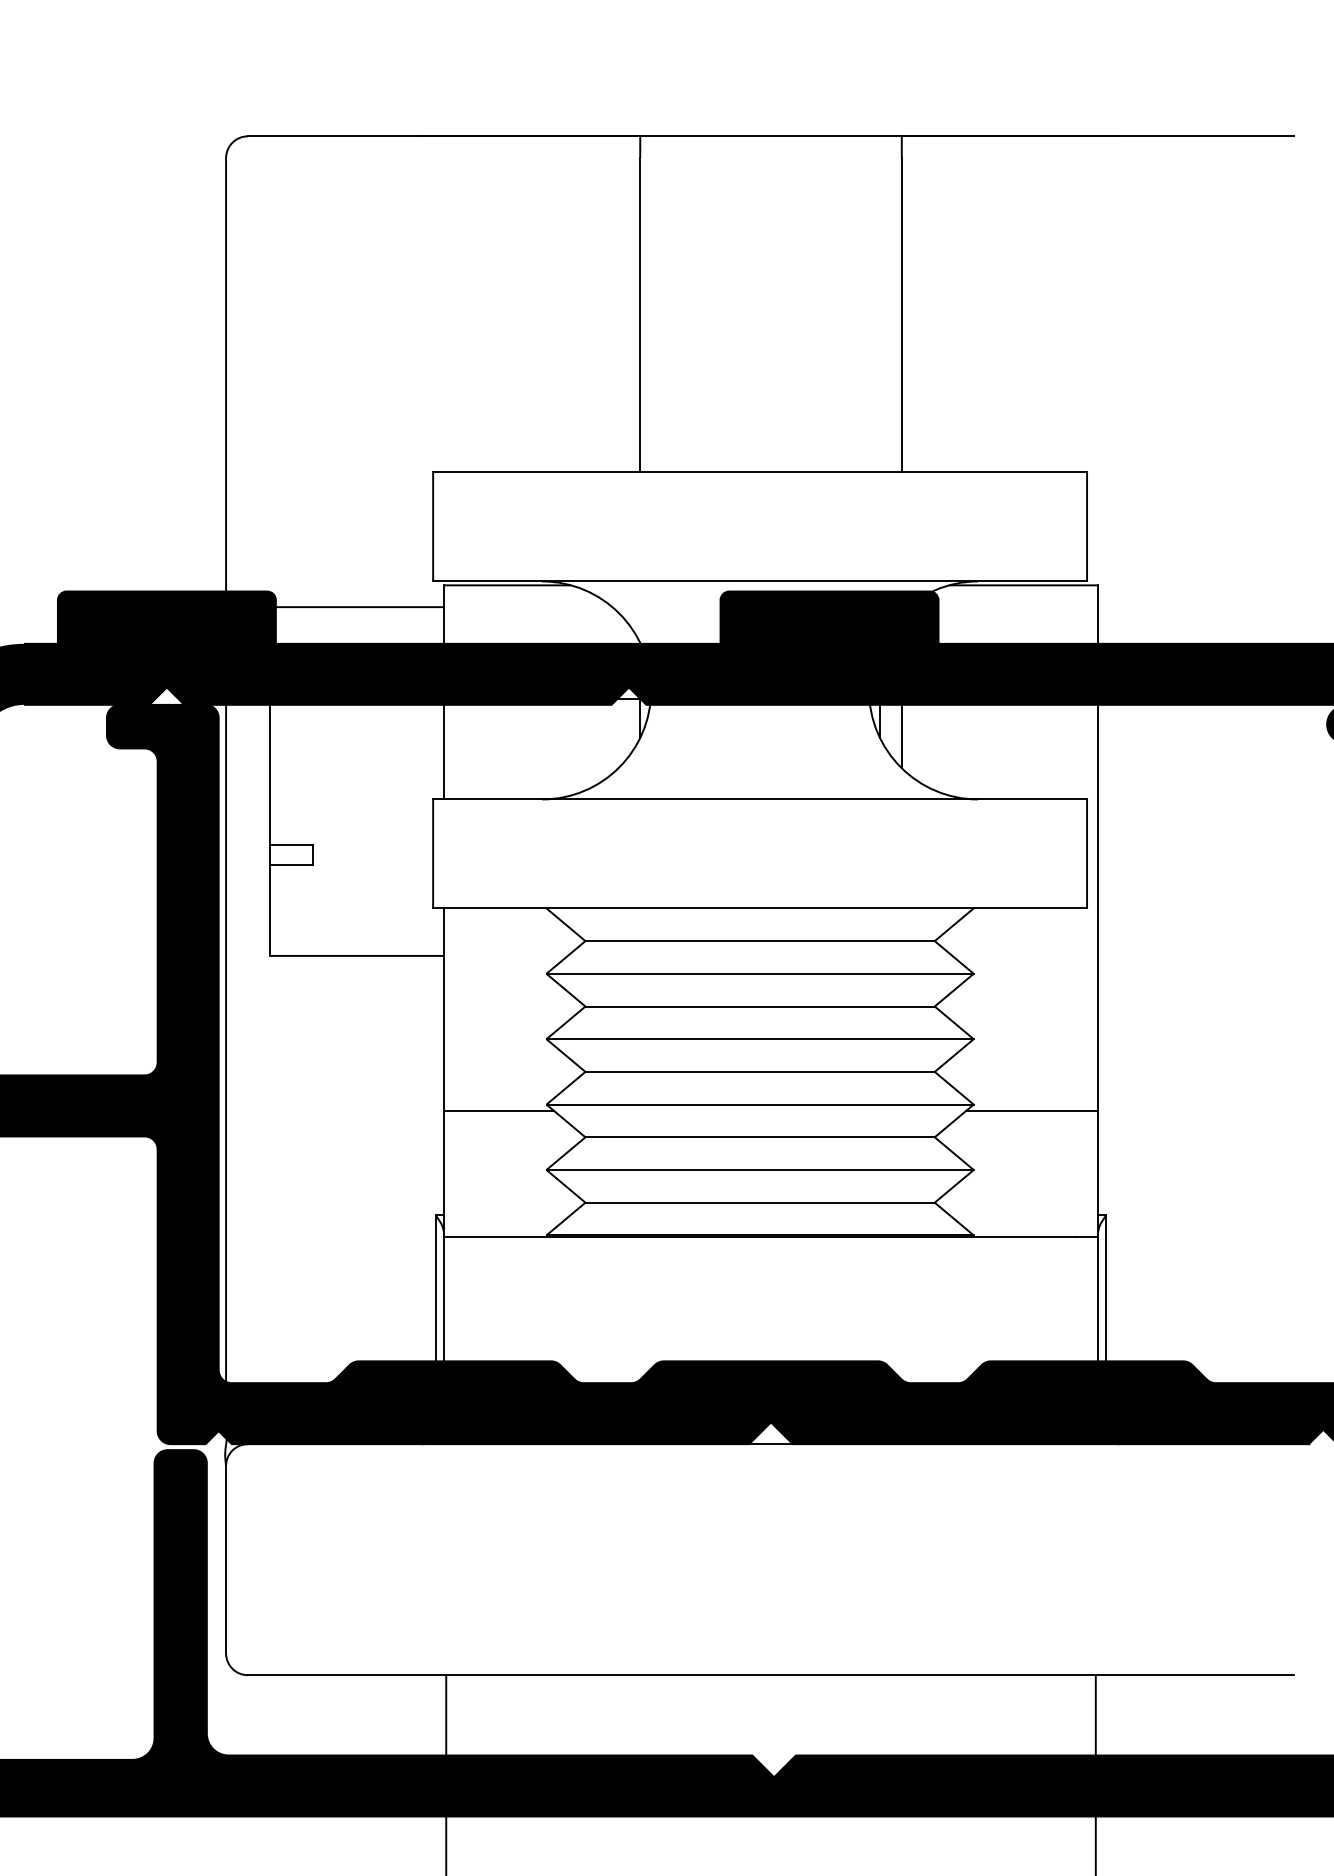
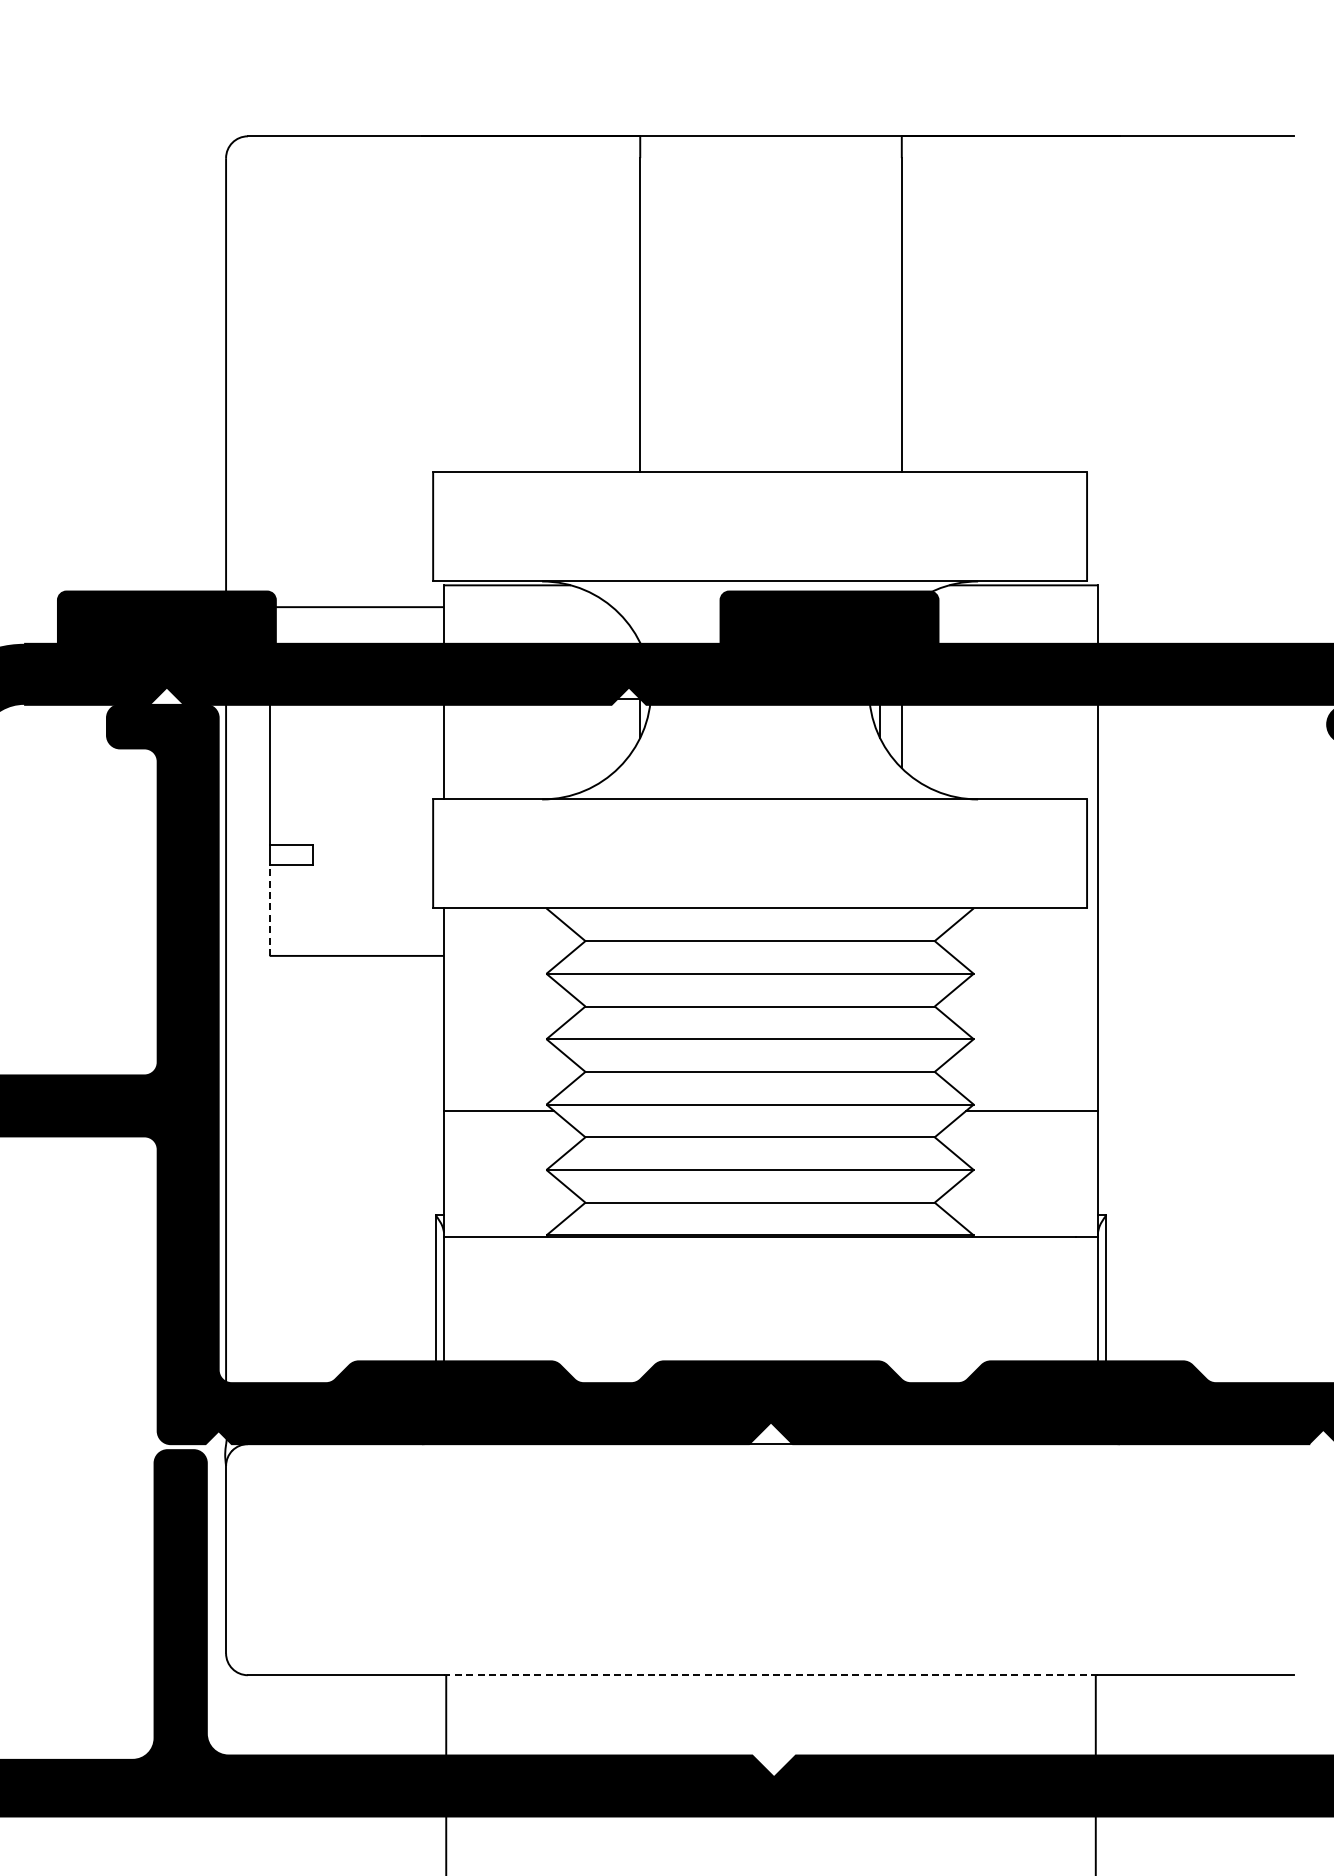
line at (269, 910): solid -> dashed
line at (771, 1675): solid -> dashed
